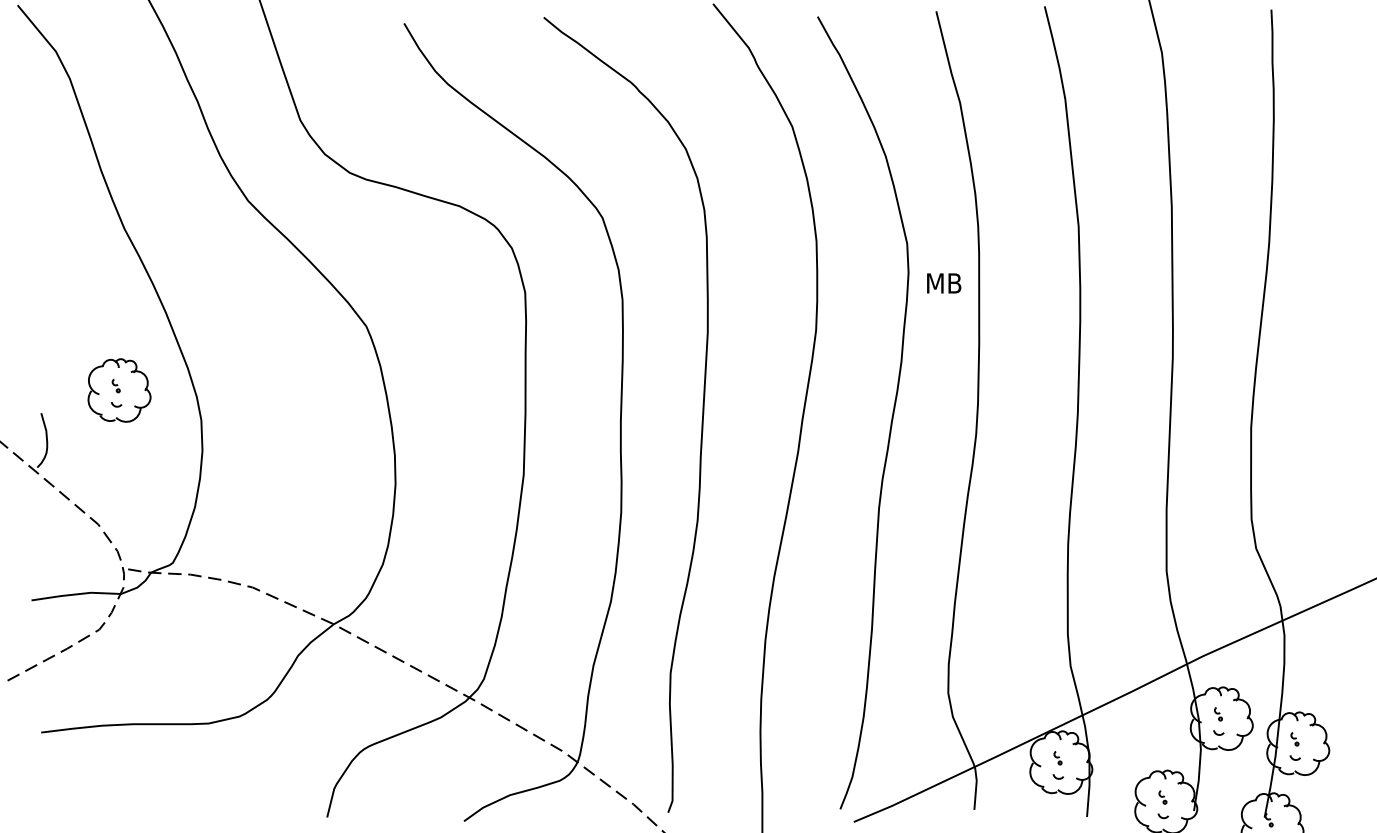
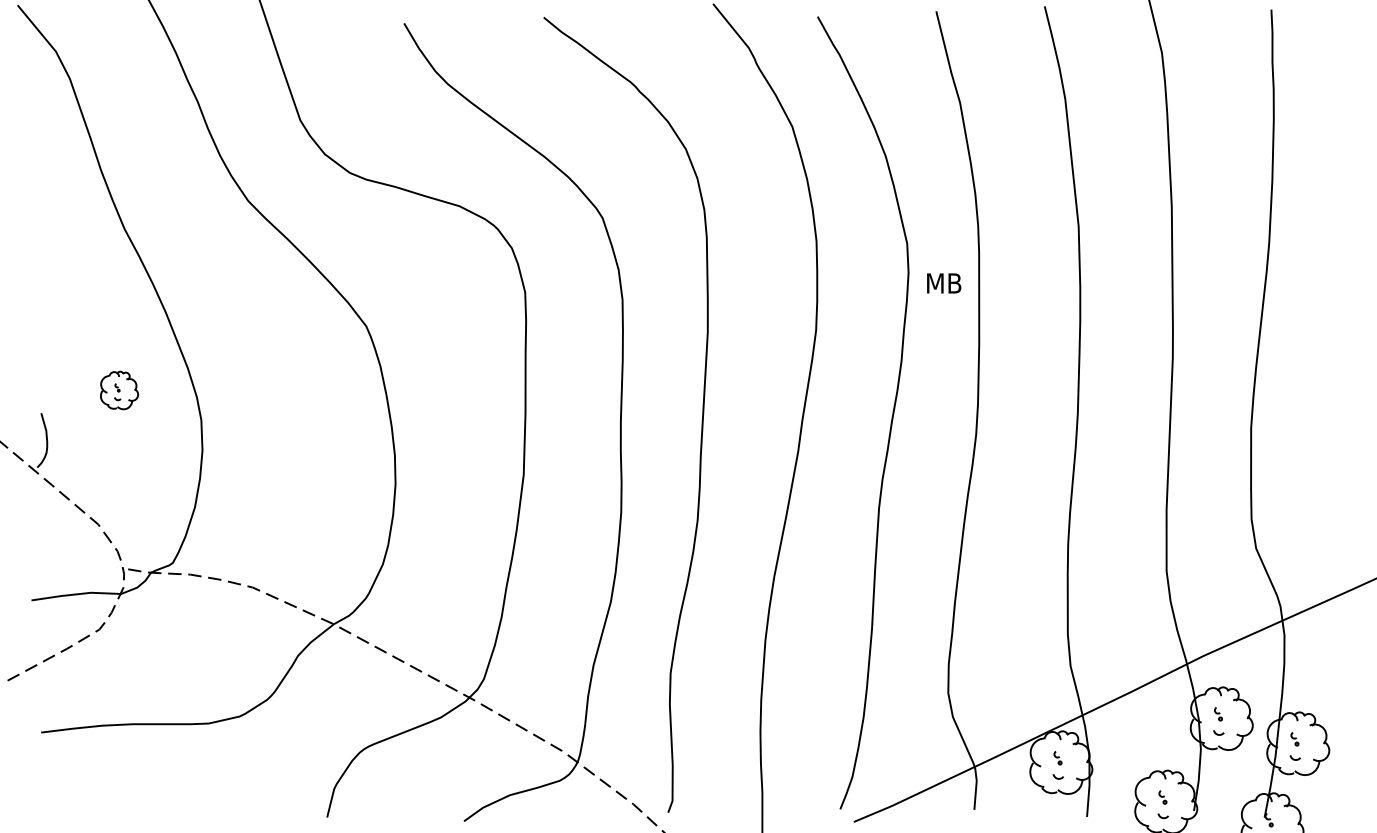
part at (119, 390) size: 65x65 px -> 39x41 px
